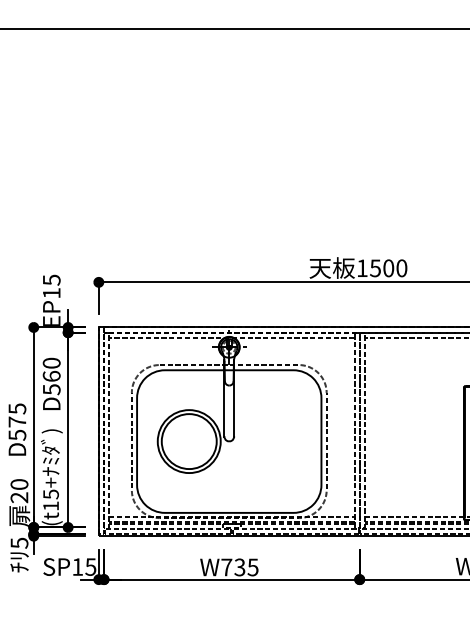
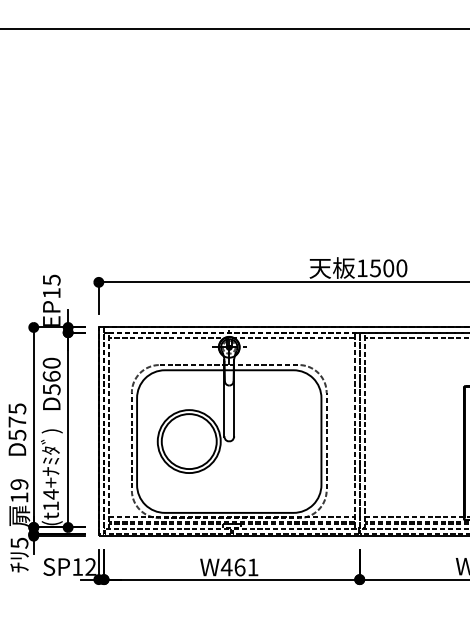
text at (19, 491): 20 -> 19
text at (50, 494): (t15+ -> (t14+
text at (90, 566): SP15 -> SP12
text at (239, 567): W735 -> W461
